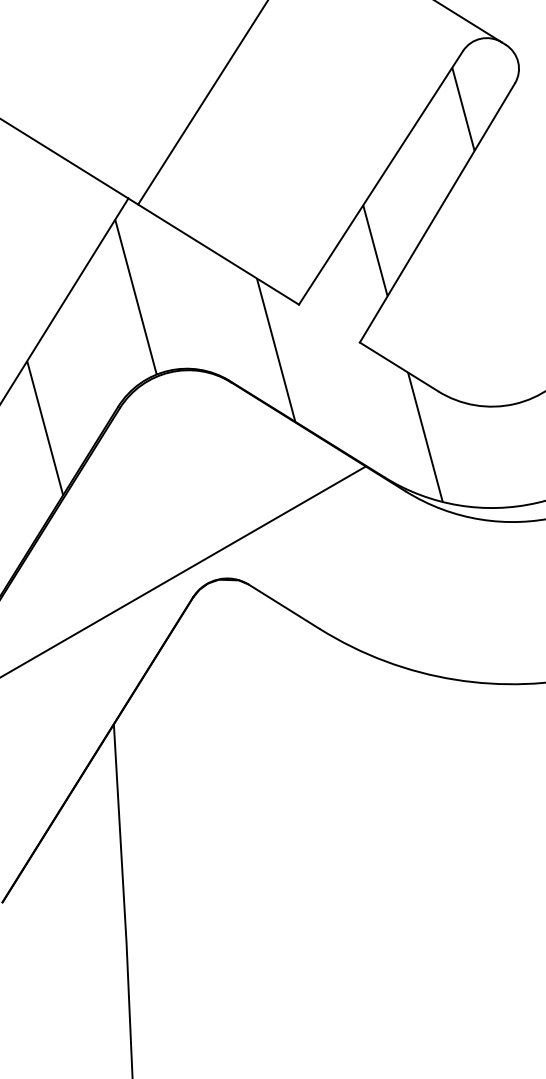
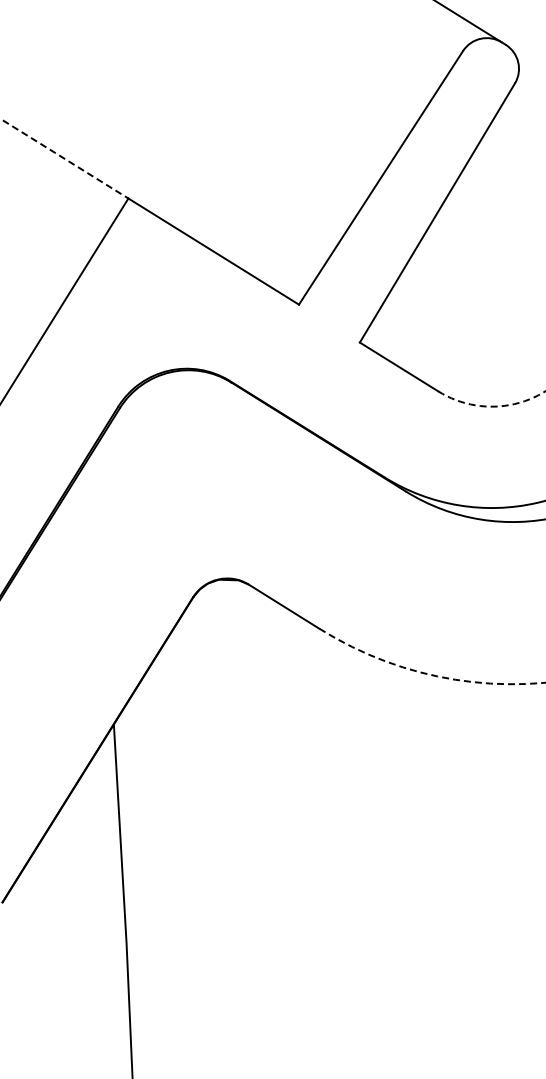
line at (202, 103): present -> none
line at (463, 108): present -> none
line at (64, 158): solid -> dashed
line at (375, 250): present -> none
line at (135, 296): present -> none
line at (275, 349): present -> none
arc at (493, 406): solid -> dashed
line at (45, 428): present -> none
line at (425, 437): present -> none
line at (183, 571): present -> none
arc at (427, 674): solid -> dashed
